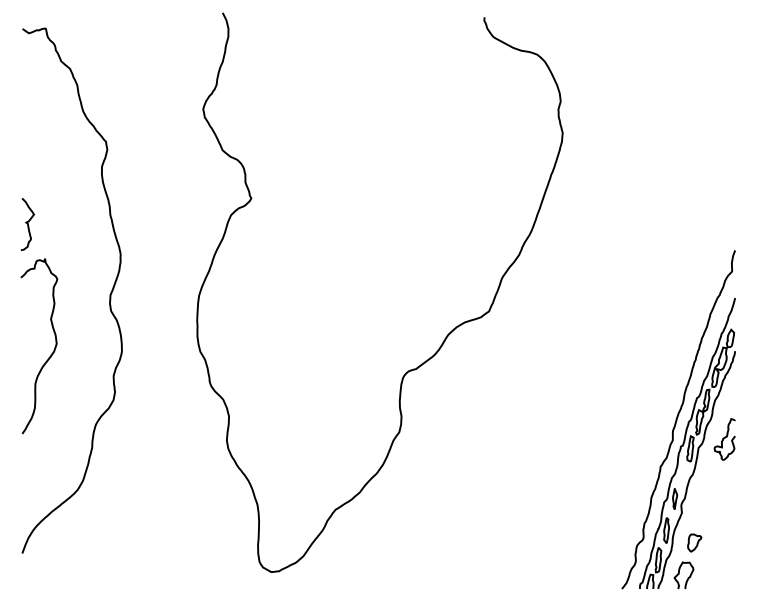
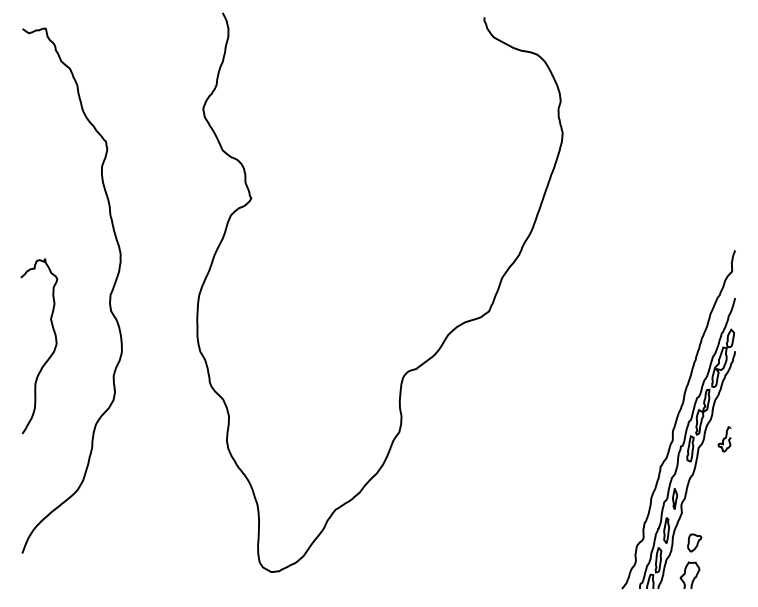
curve at (27, 224): present -> none
part at (724, 439) size: 23x43 px -> 15x27 px
curve at (679, 574) position: (679, 574) -> (685, 574)
